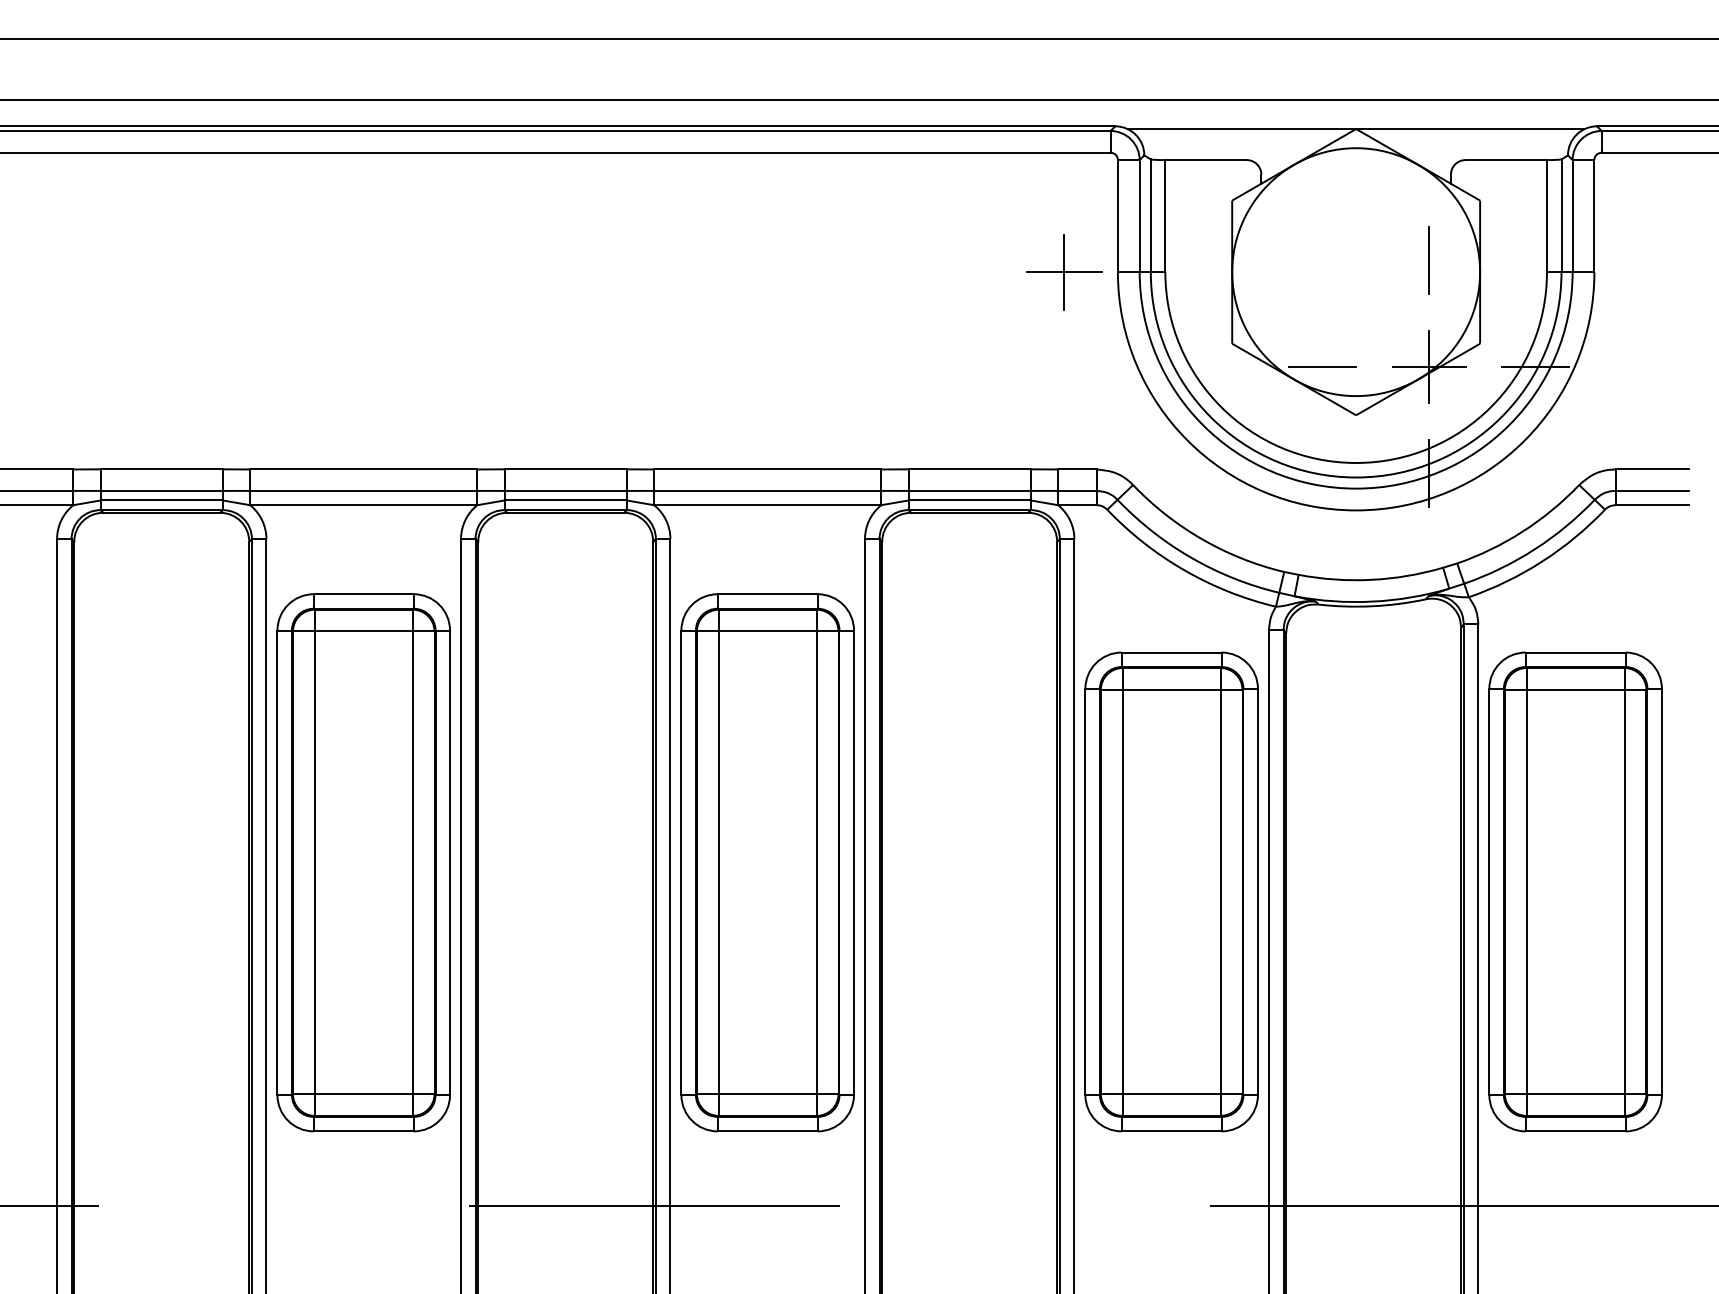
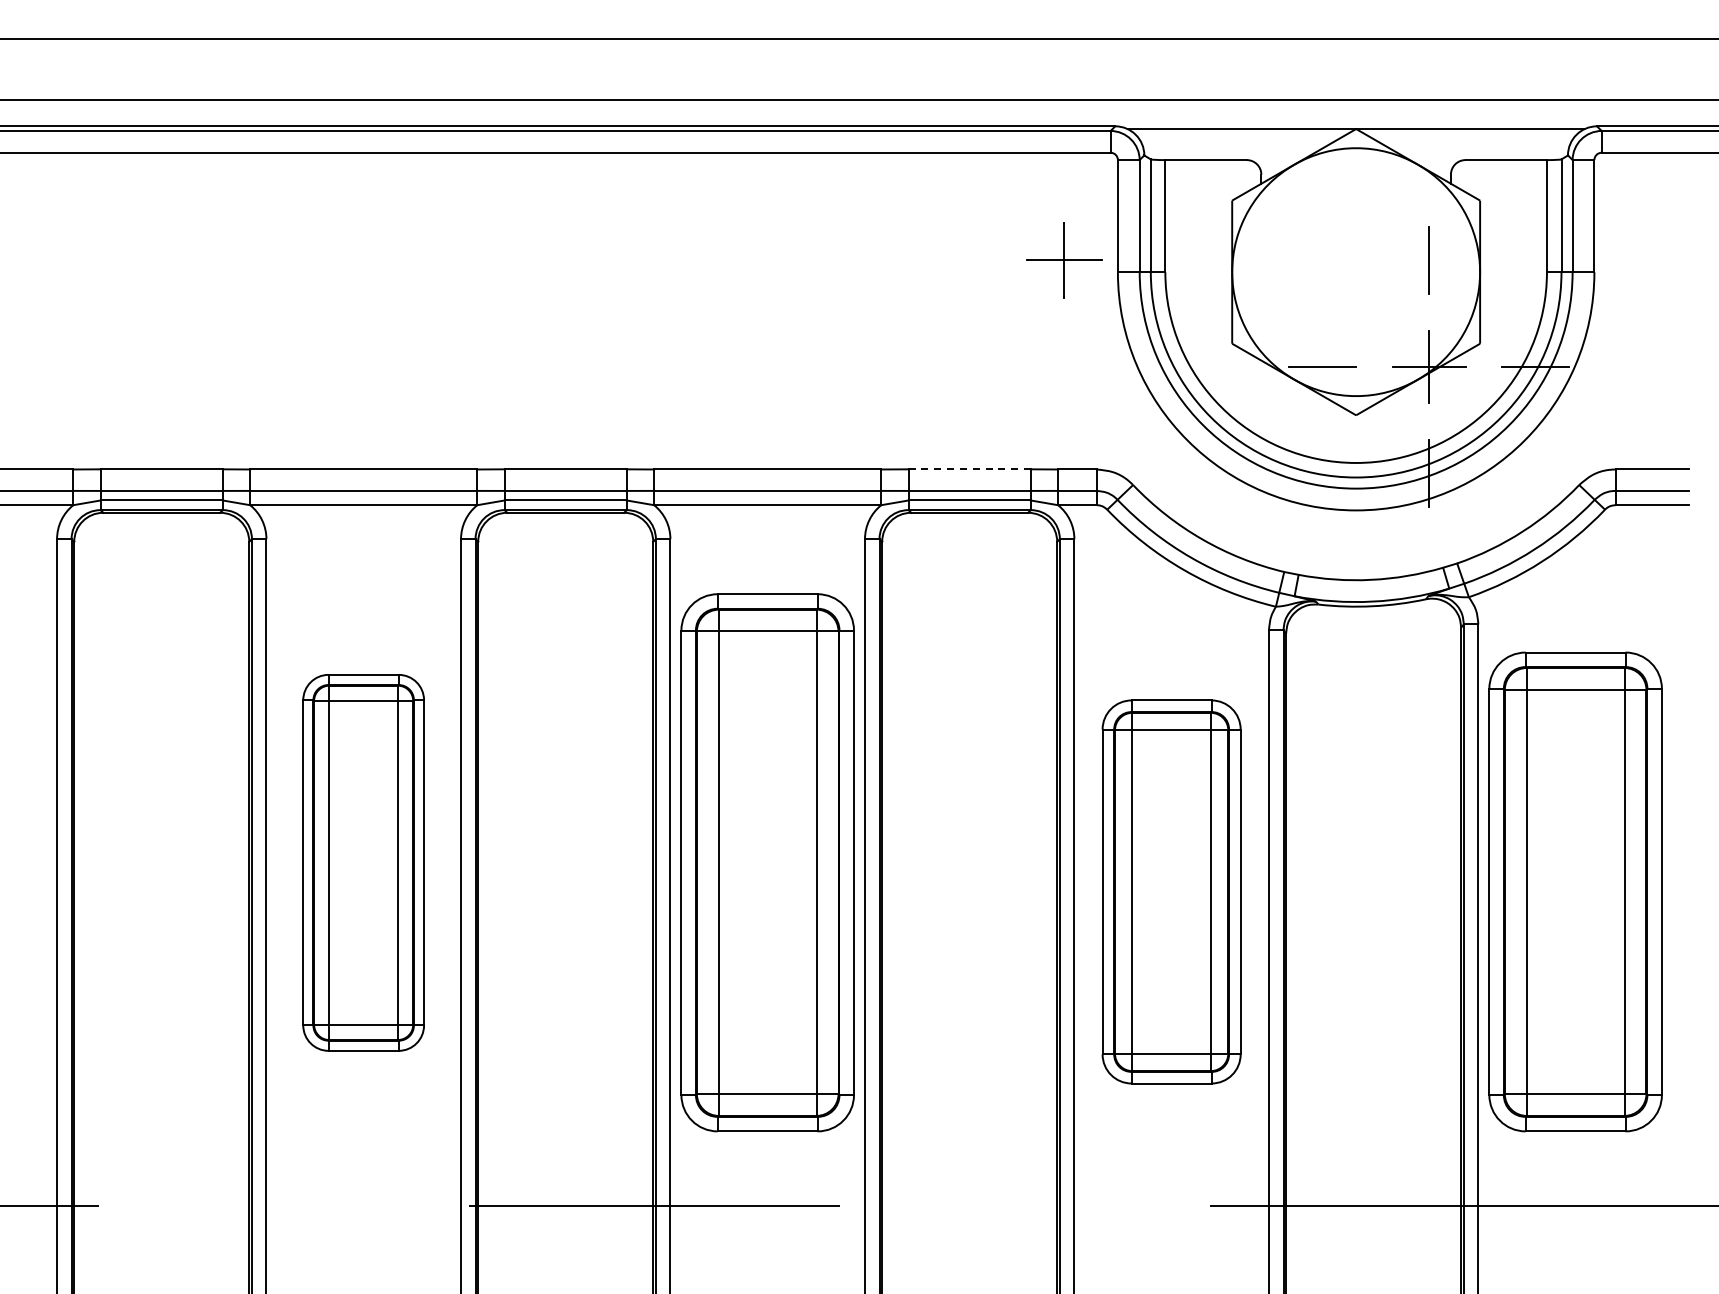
part at (1064, 272) position: (1064, 272) -> (1064, 260)
line at (970, 469): solid -> dashed
part at (363, 862) size: 175x540 px -> 123x378 px
part at (1171, 891) size: 175x482 px -> 141x386 px
